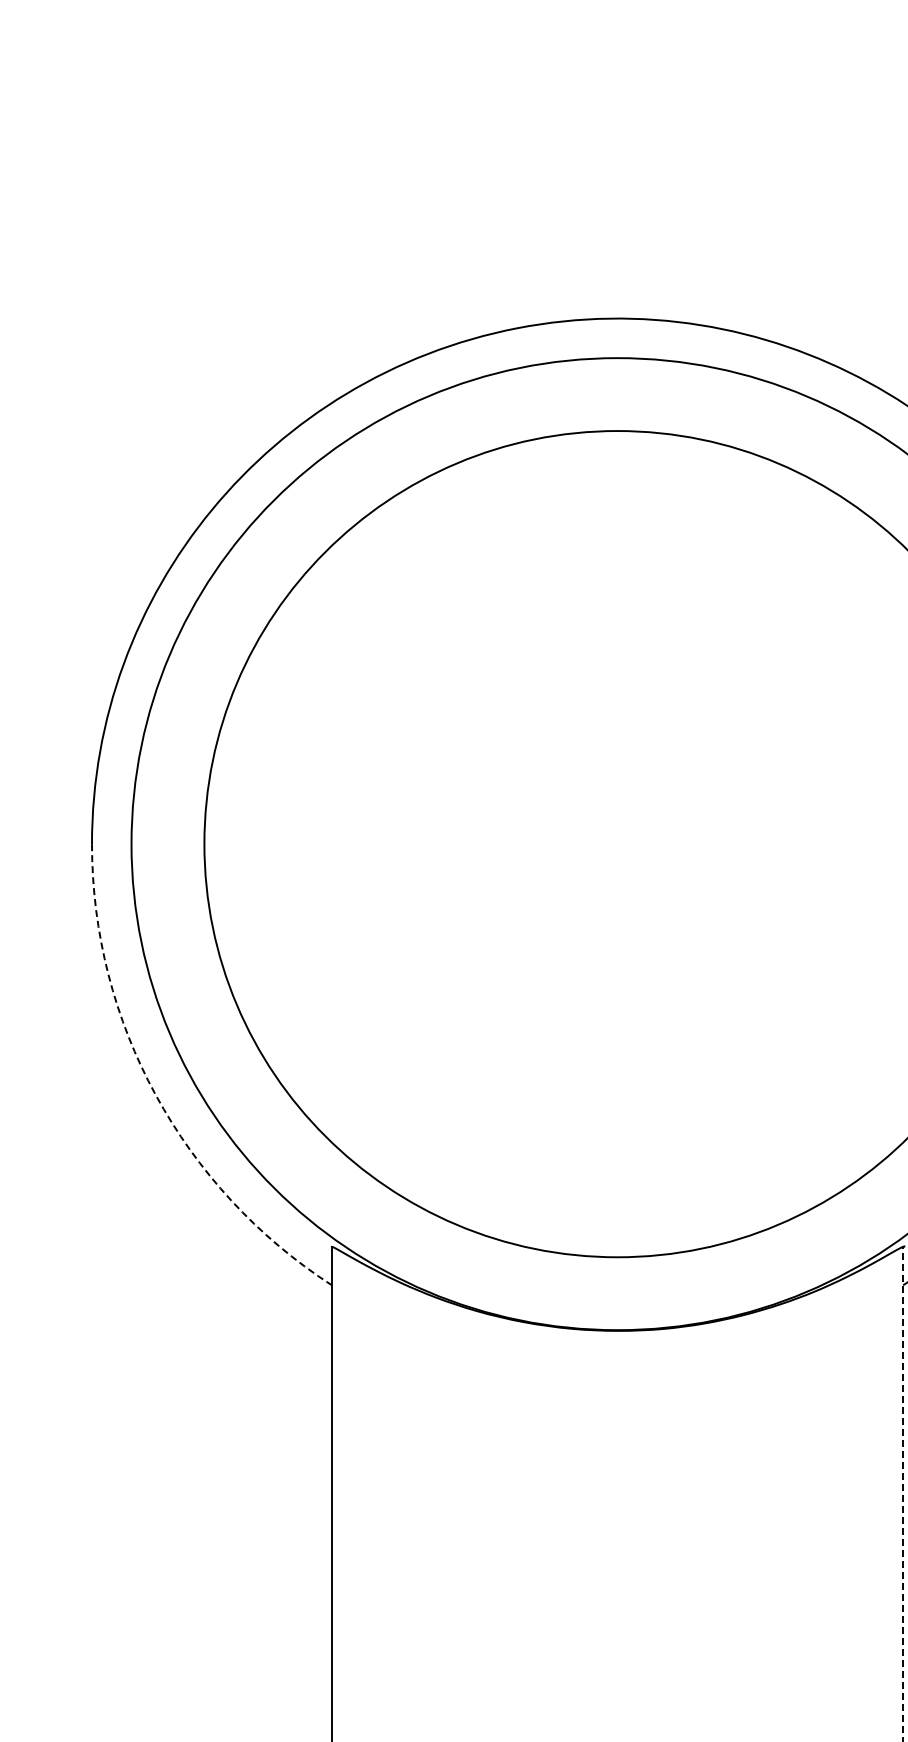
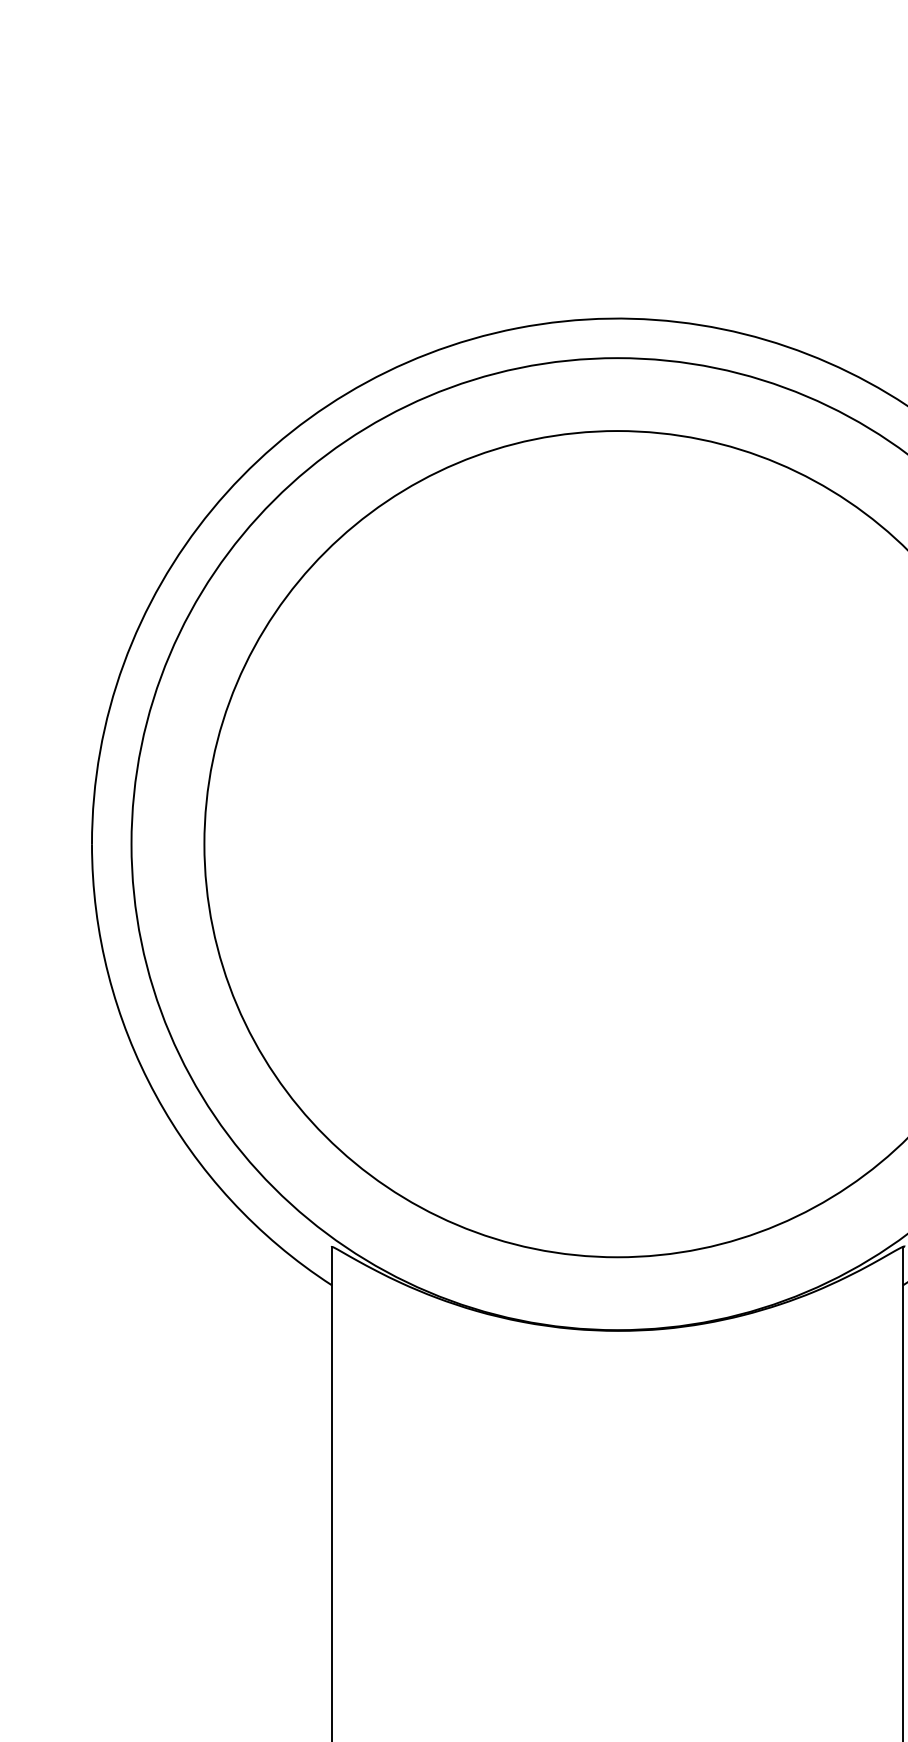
arc at (155, 1095): dashed -> solid
line at (903, 1493): dashed -> solid
